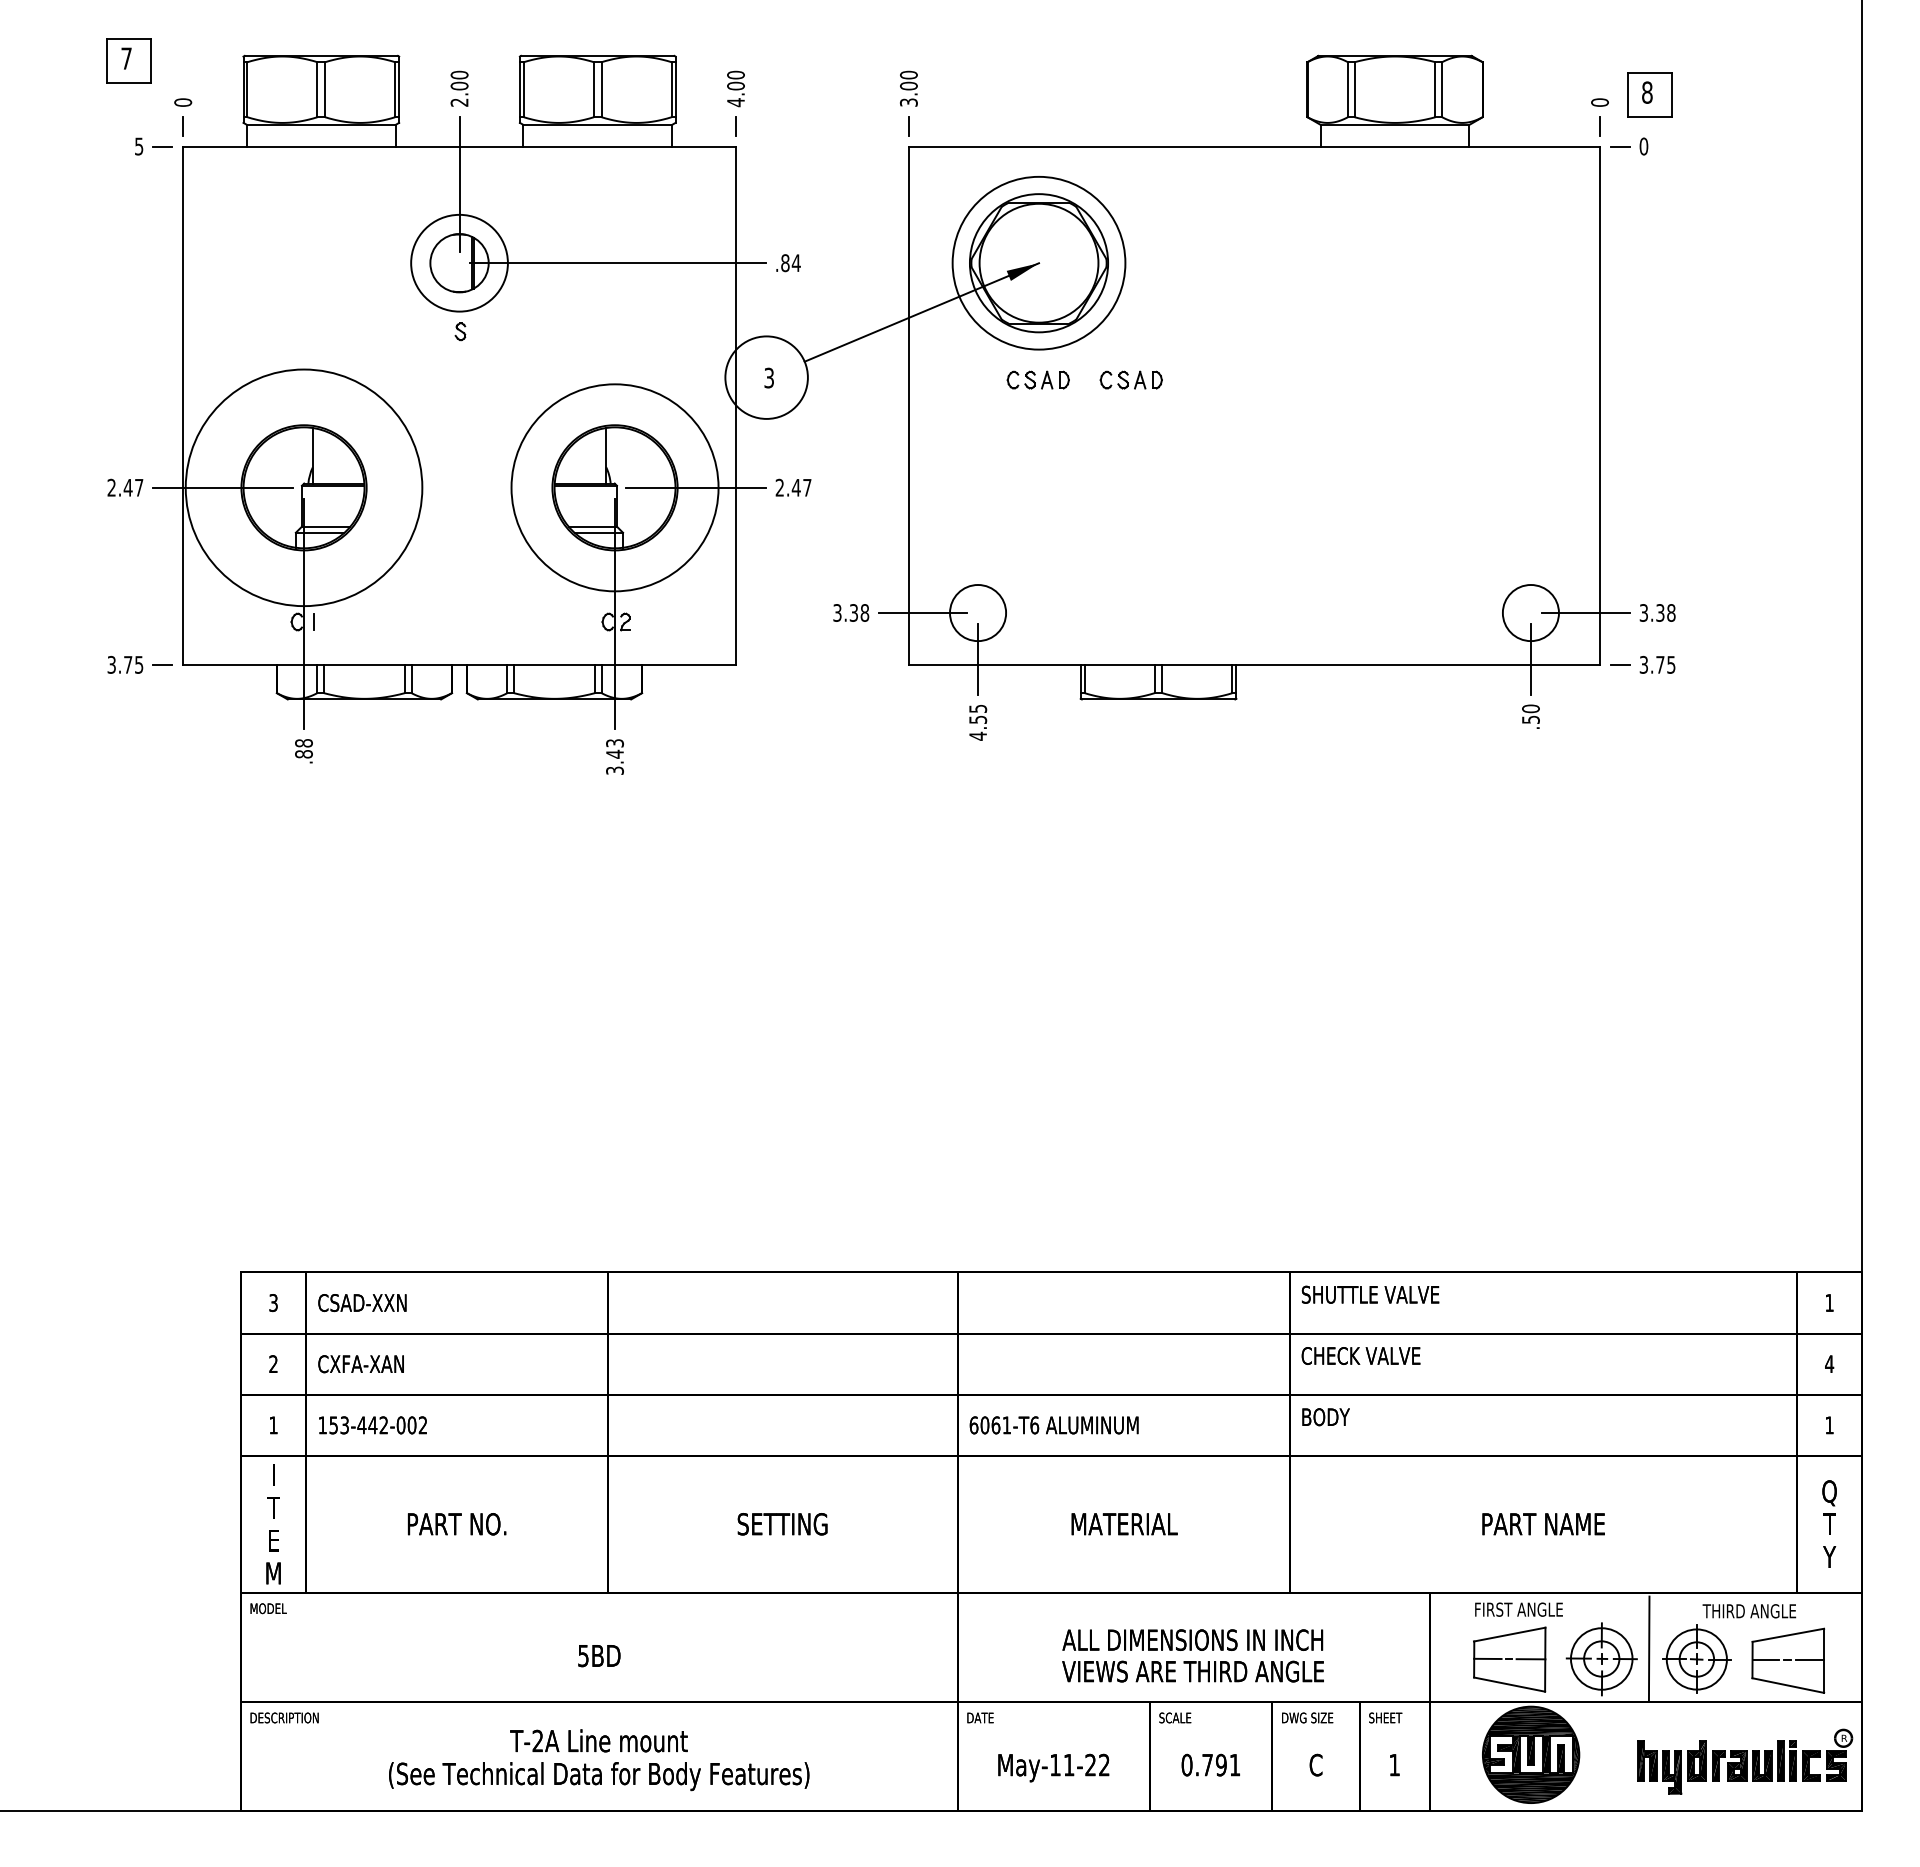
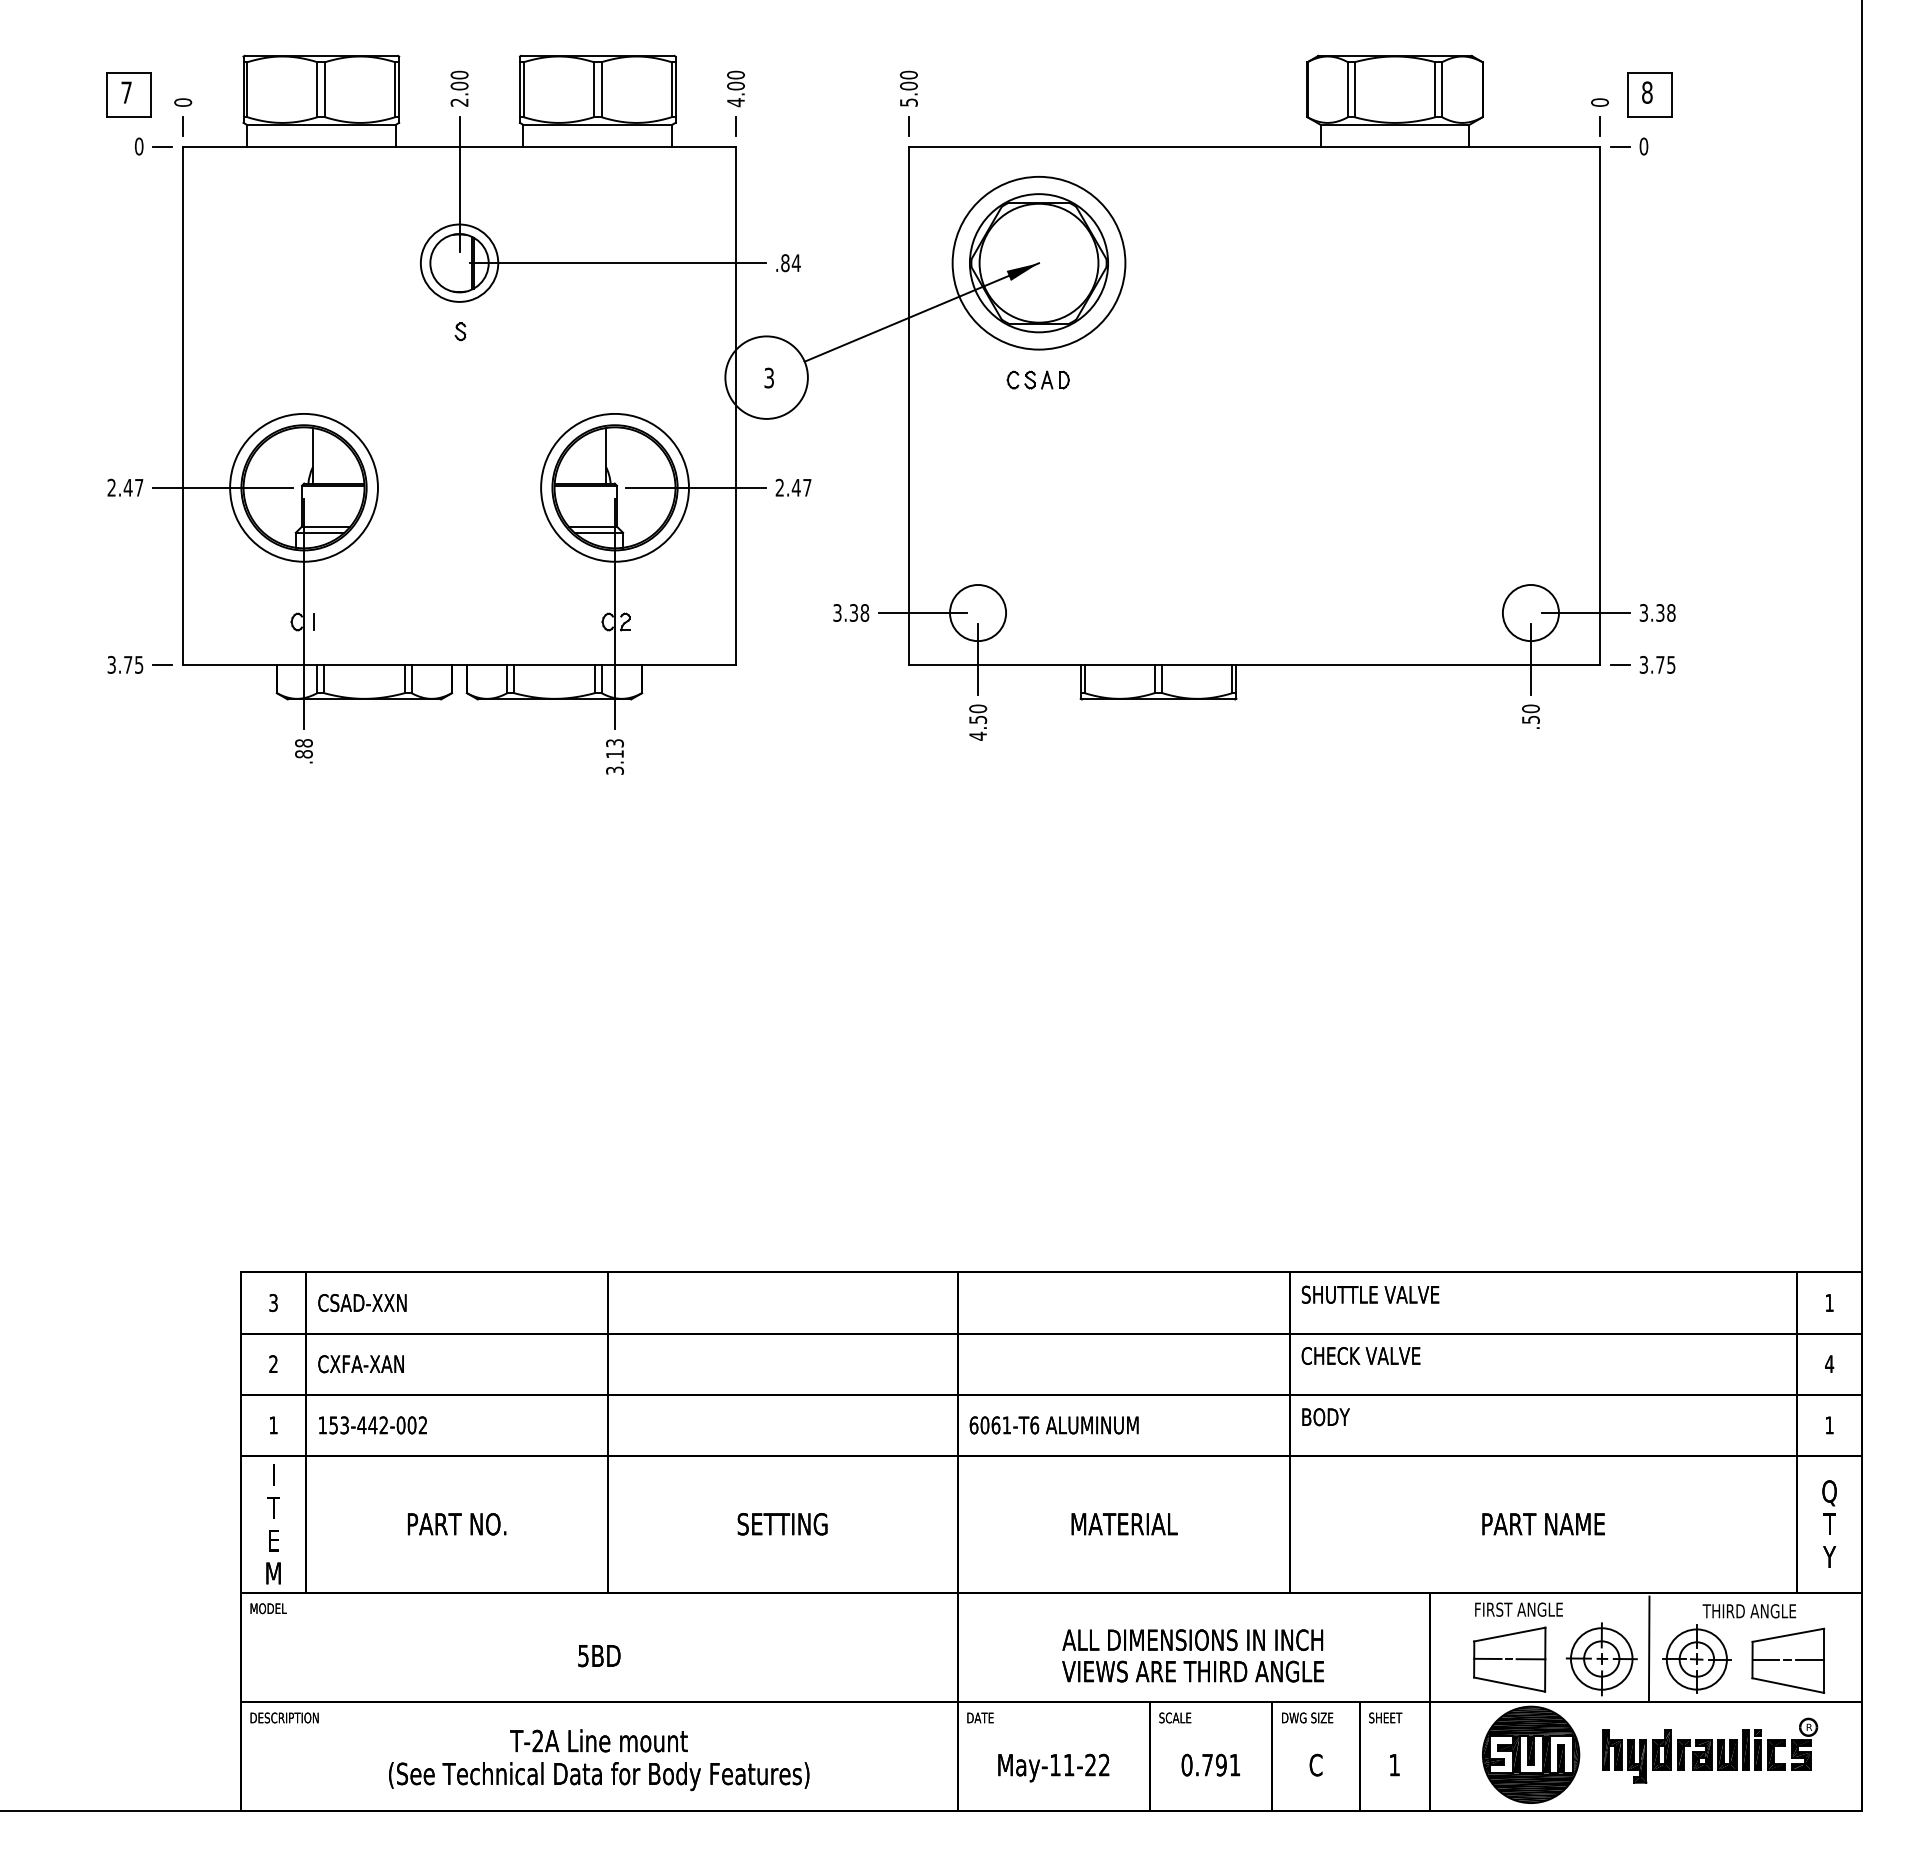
part at (128, 60) position: (128, 60) -> (128, 94)
text at (907, 102): 3.00 -> 5.00
text at (139, 146): 5 -> 0
circle at (459, 262) diameter: 97 px -> 77 px
part at (1130, 379): present -> none
circle at (303, 487) diameter: 237 px -> 148 px
circle at (614, 487) diameter: 207 px -> 148 px
text at (978, 708): 4.55 -> 4.50
text at (614, 753): 3.43 -> 3.13
part at (1745, 1761) position: (1745, 1761) -> (1710, 1750)
